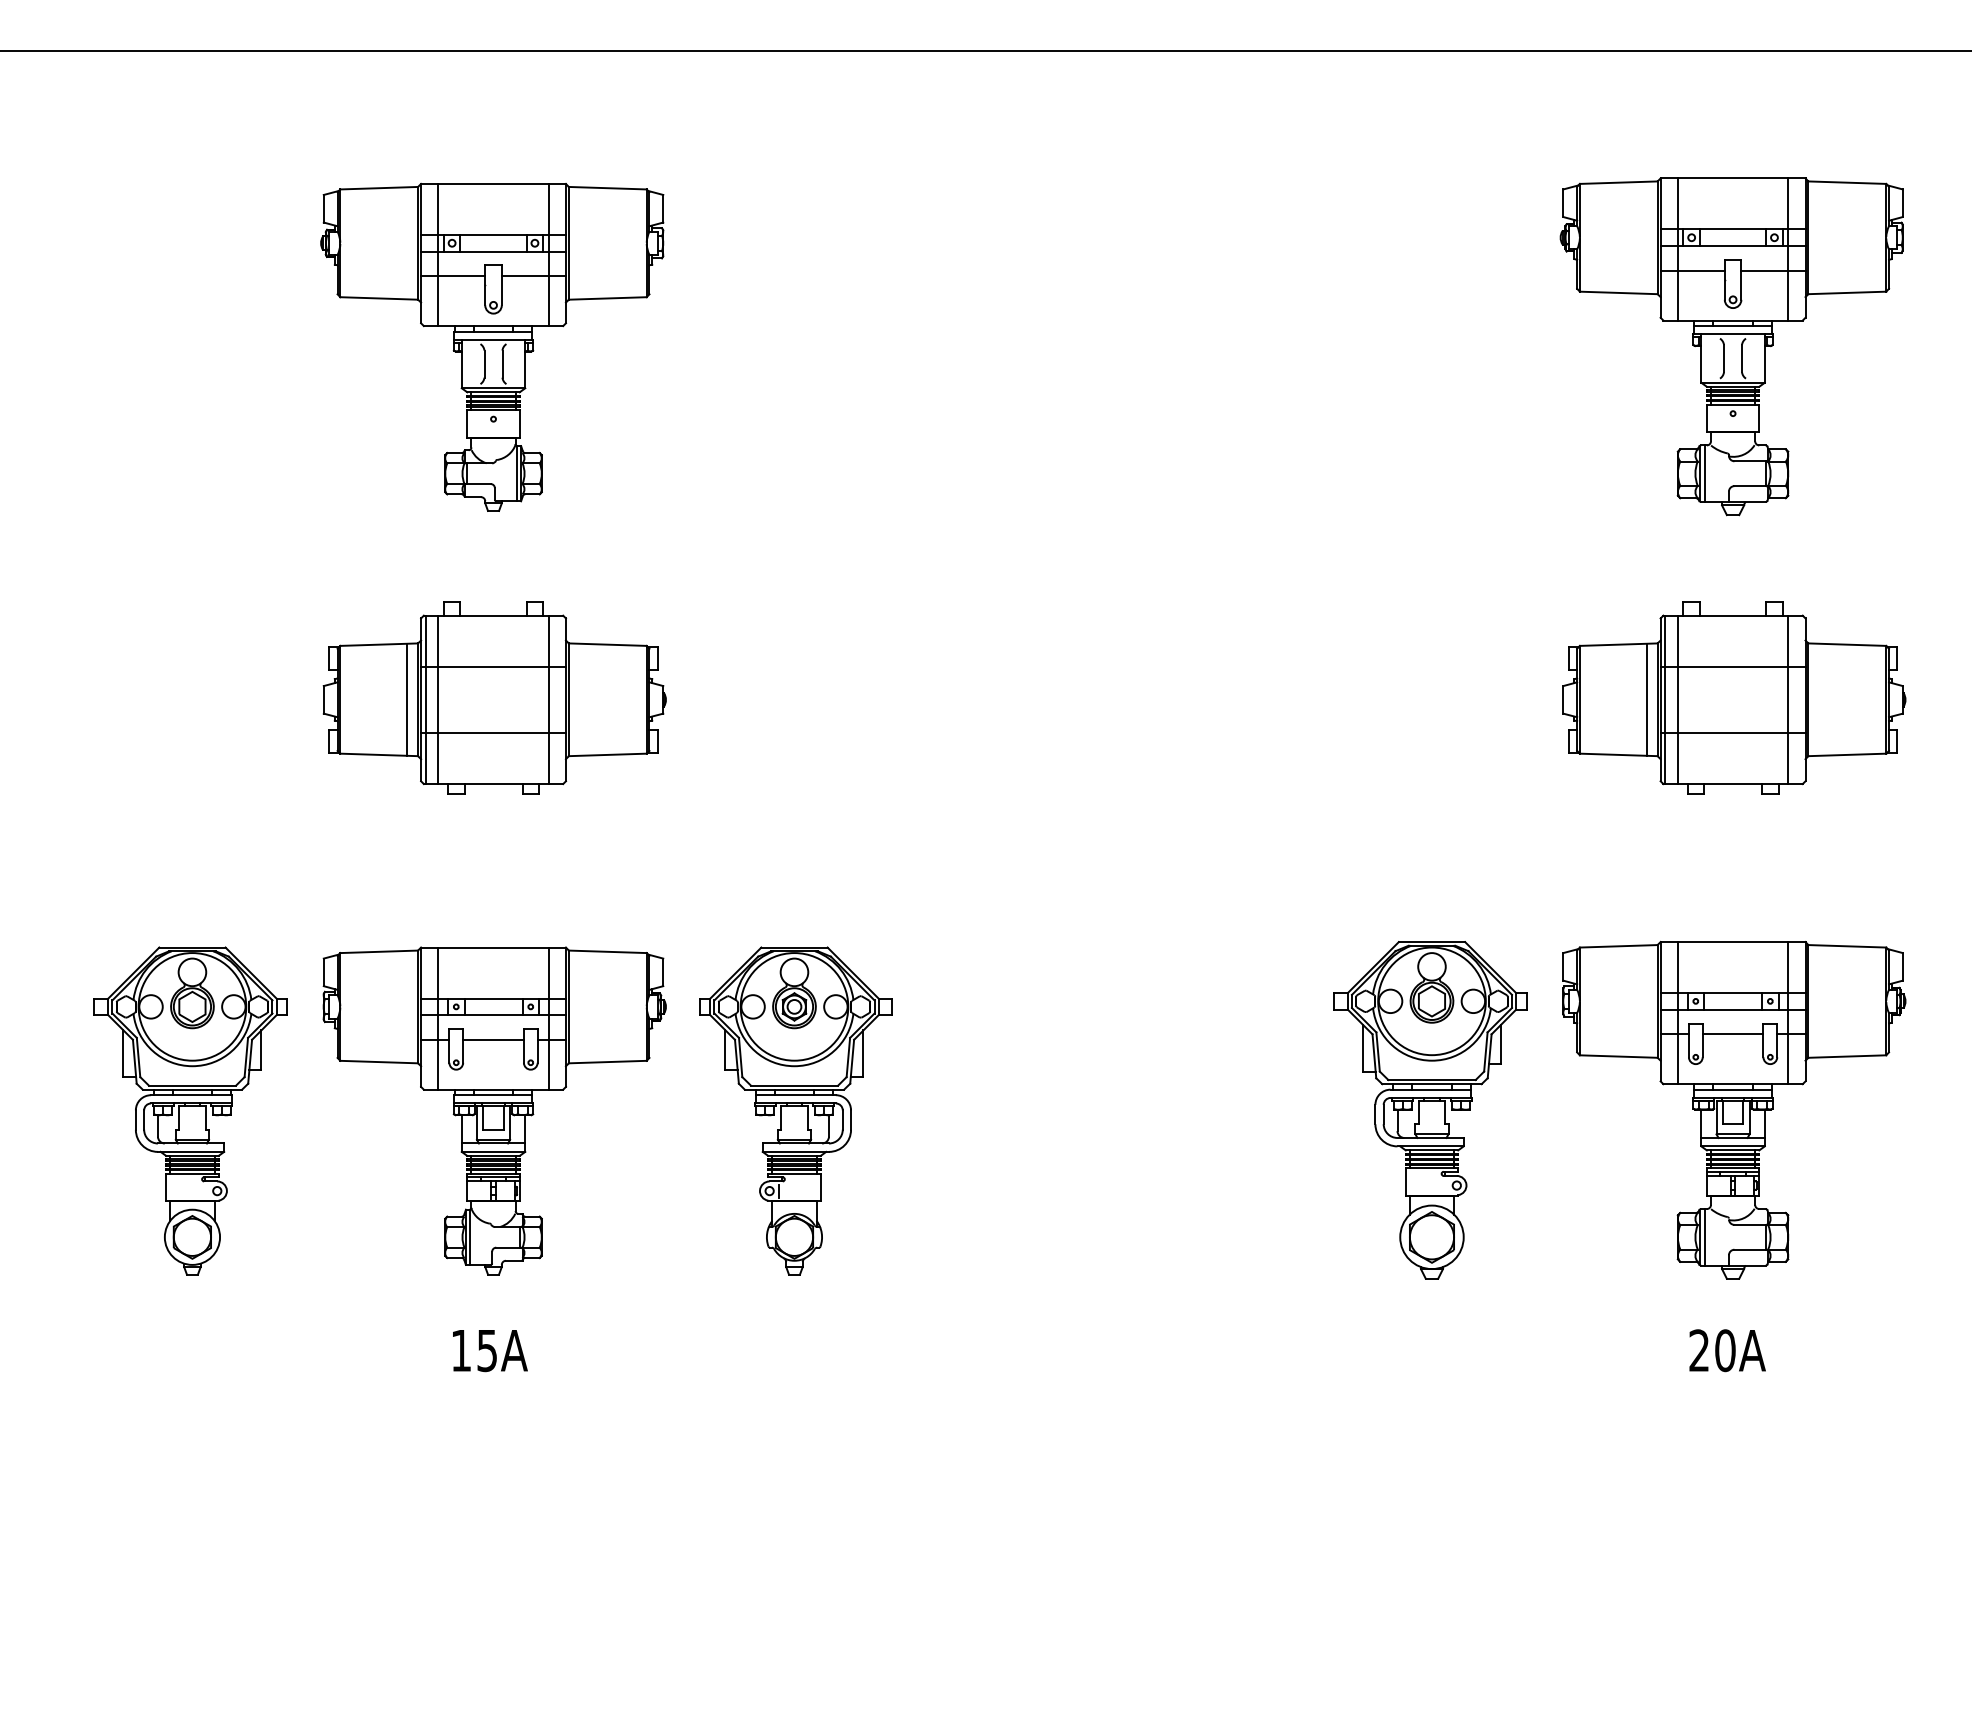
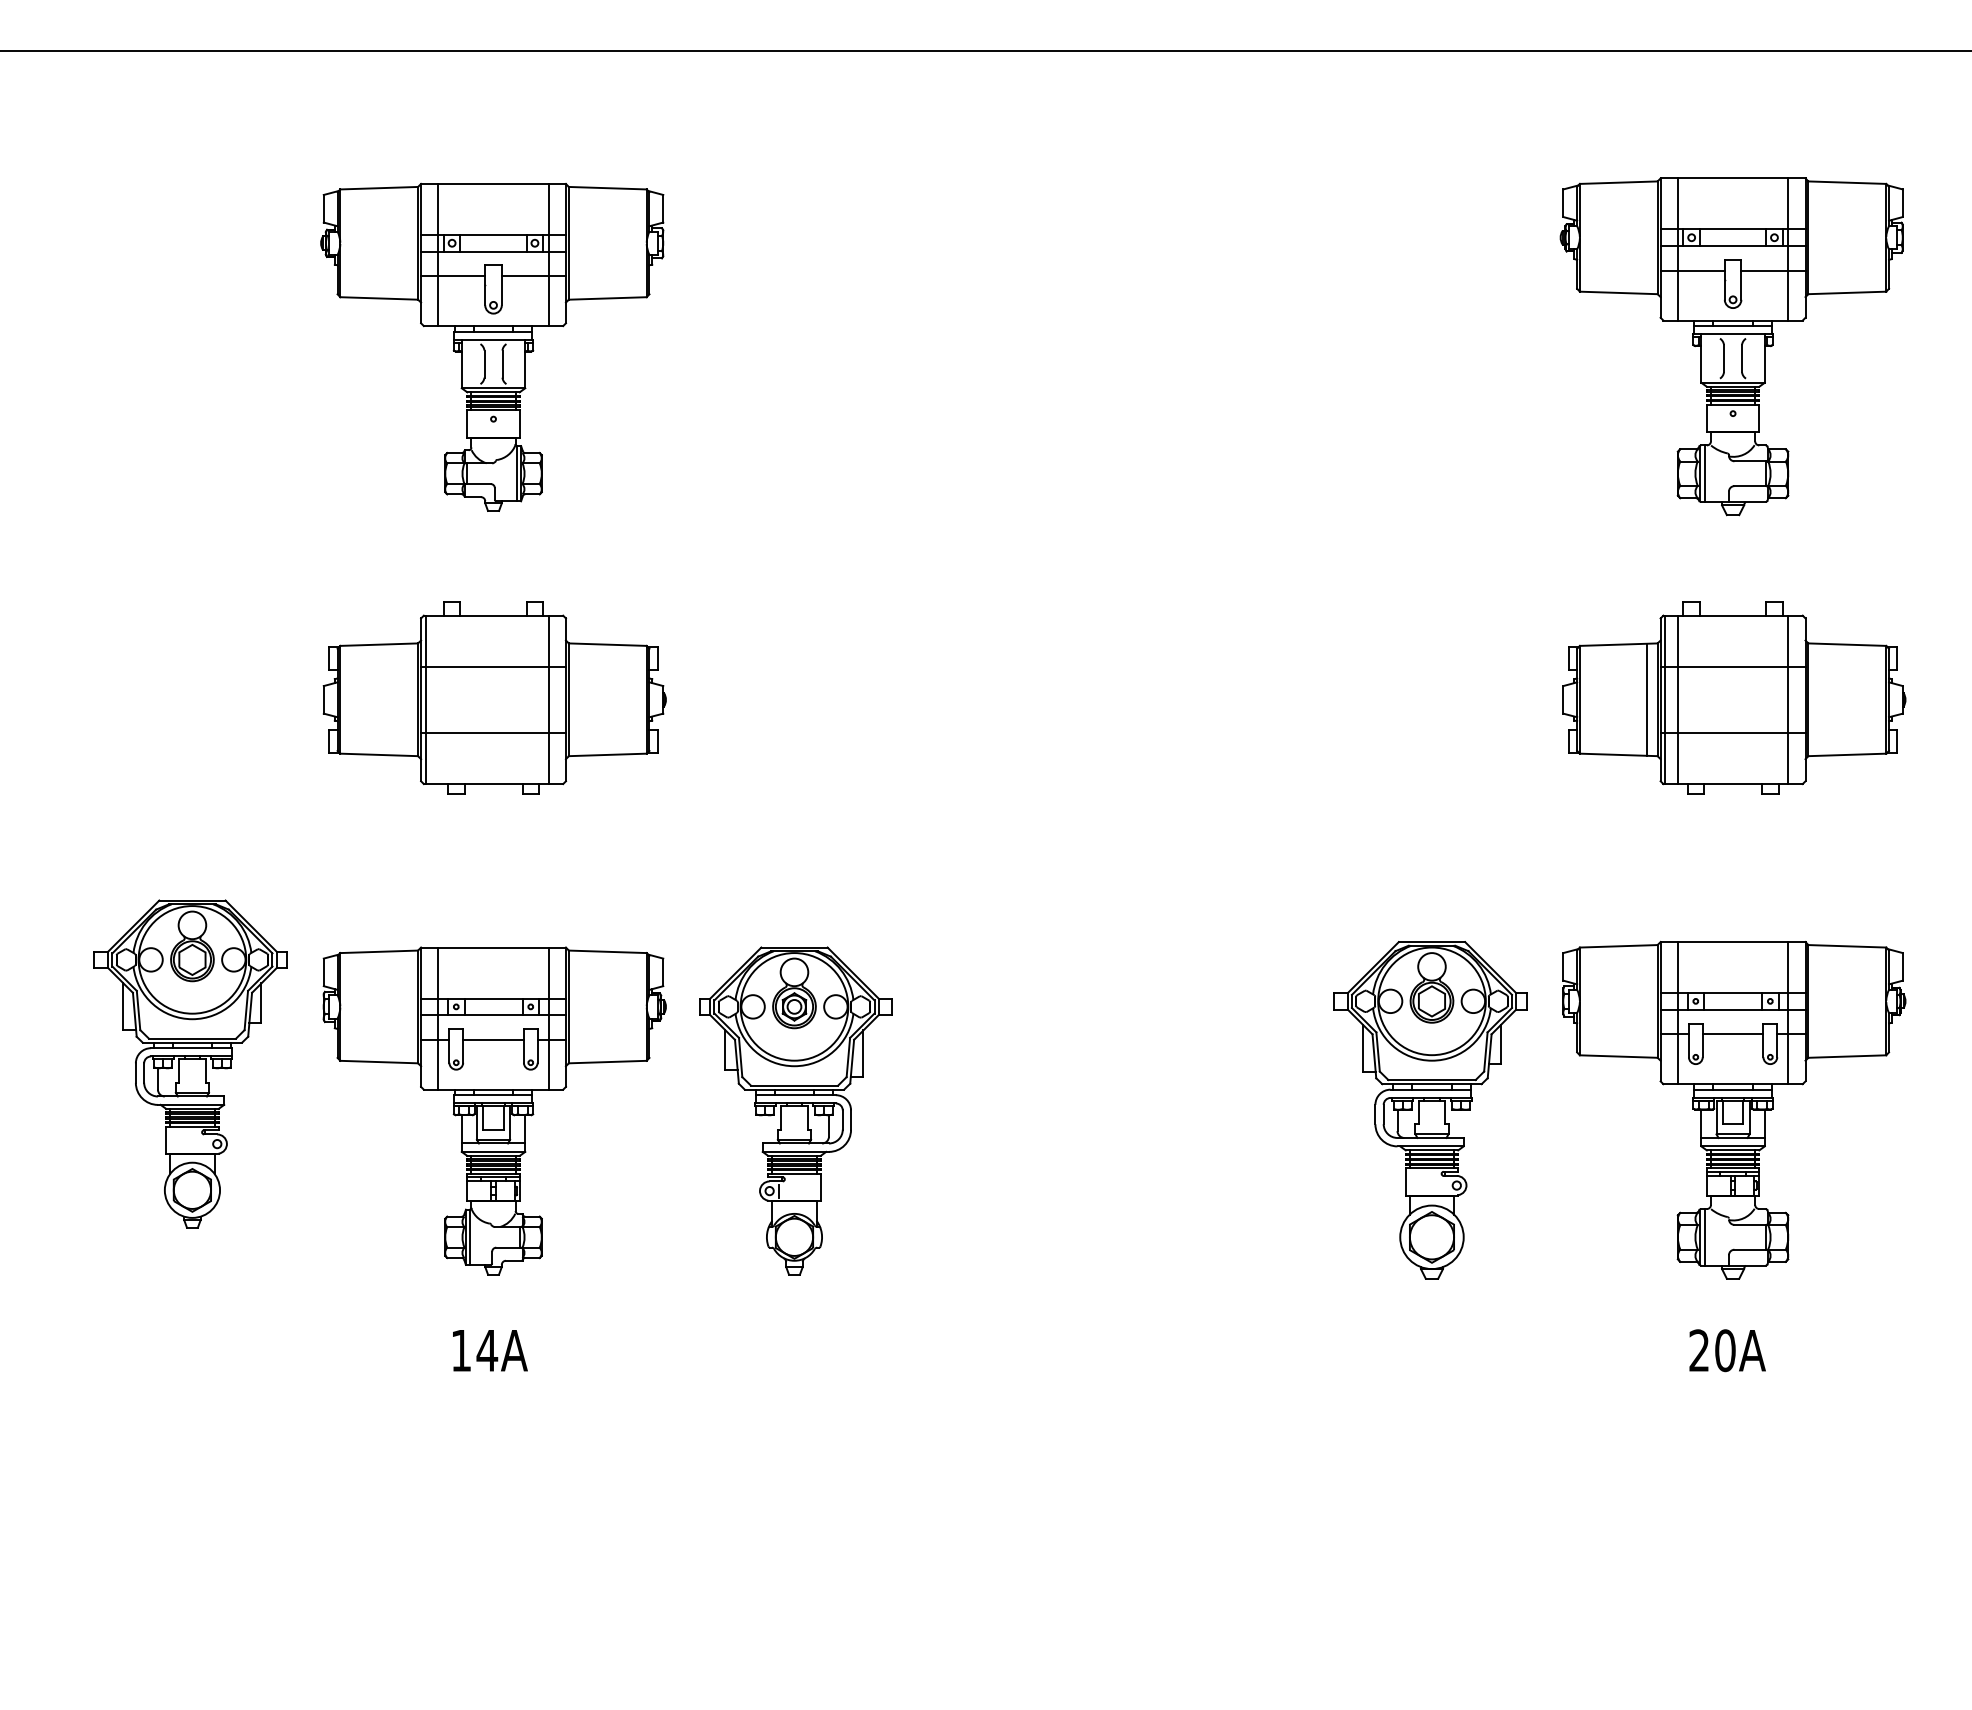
line at (407, 699): present -> none
line at (438, 699): present -> none
part at (190, 1110) position: (190, 1110) -> (190, 1063)
text at (487, 1351): 15A -> 14A
